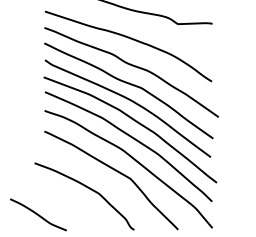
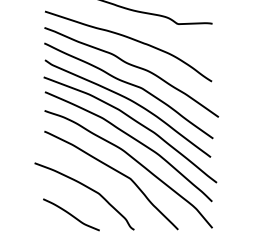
curve at (38, 214) position: (38, 214) -> (71, 214)
